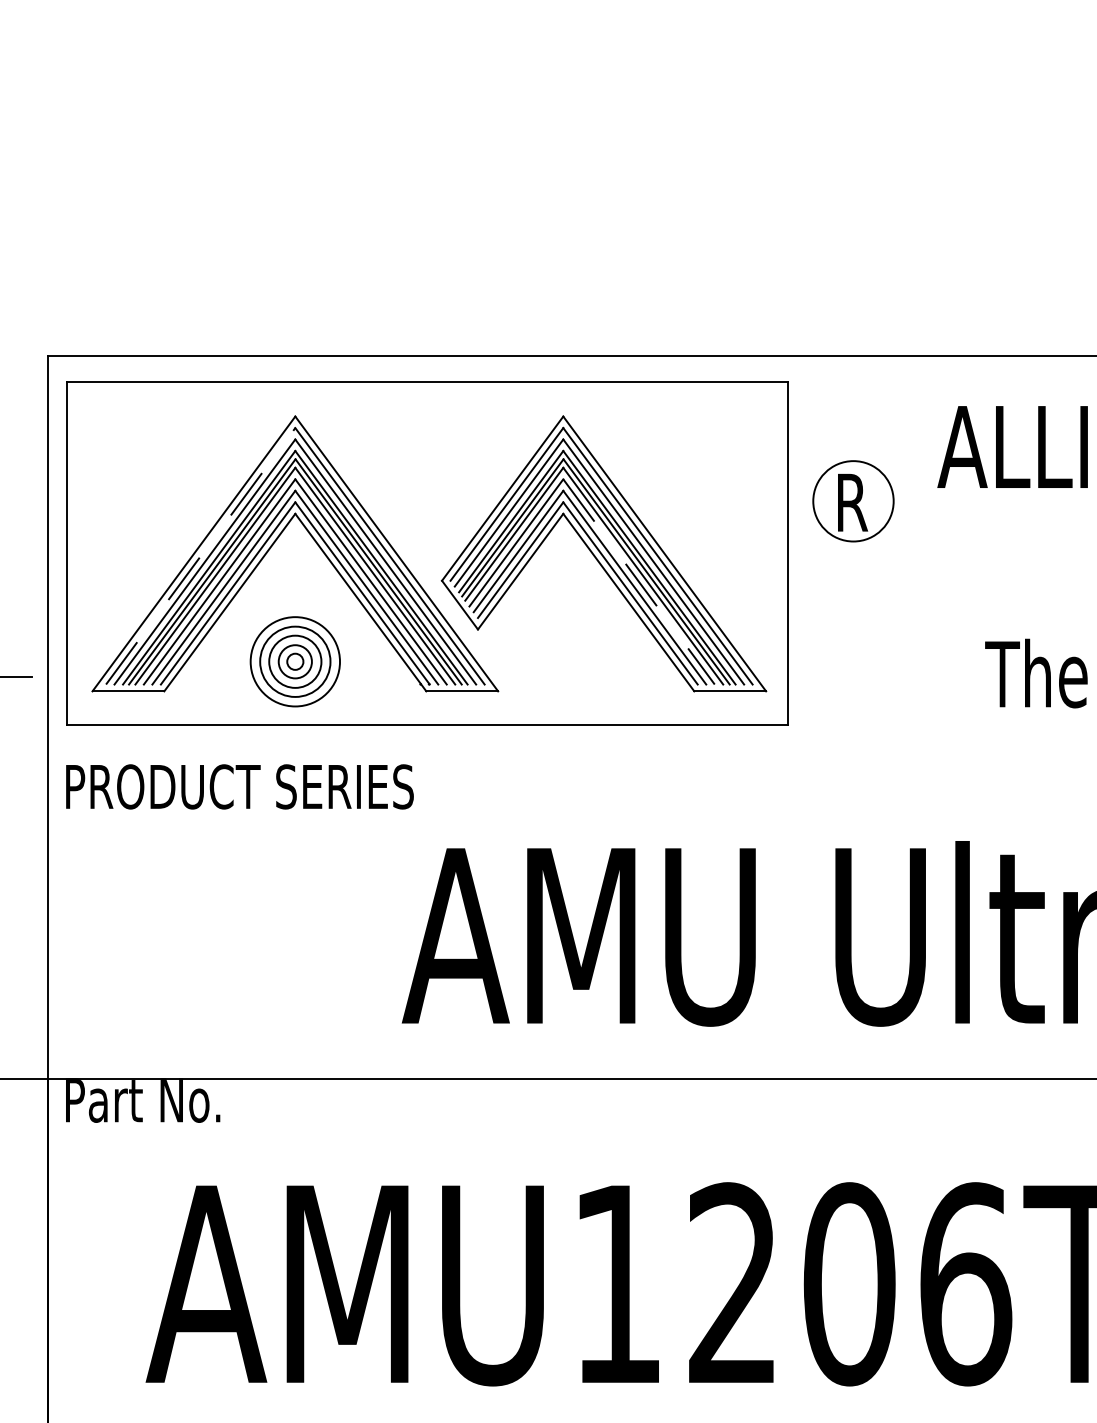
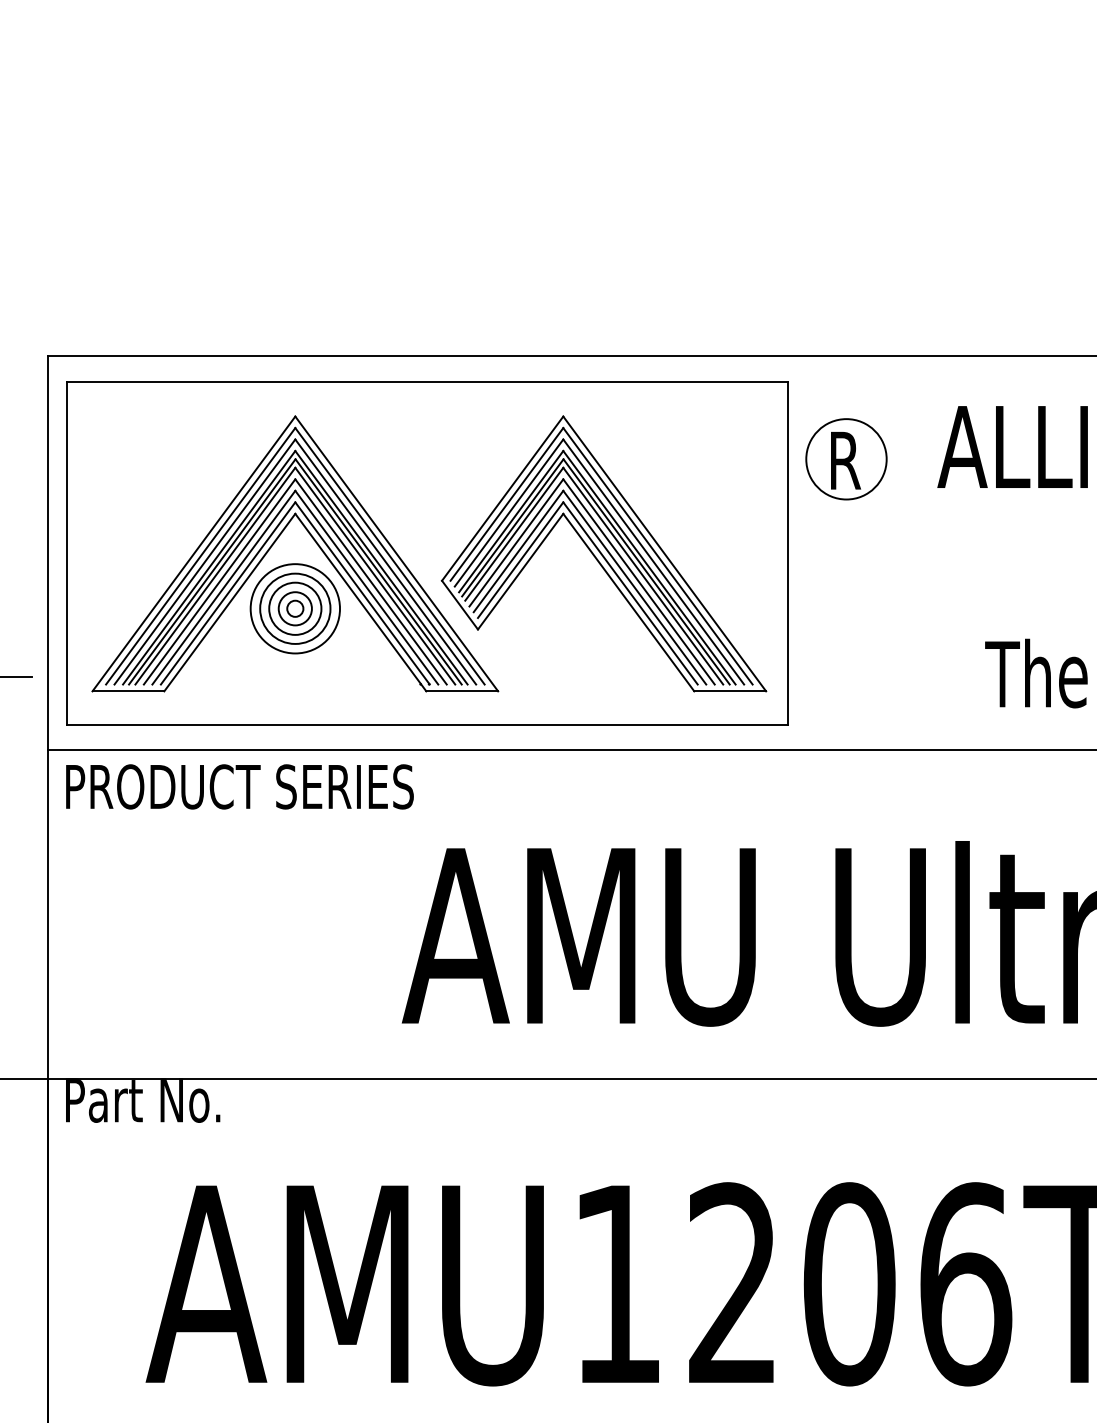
part at (853, 501) position: (853, 501) -> (846, 459)
line at (201, 555): dashed -> solid
line at (639, 581): dashed -> solid
part at (294, 661) position: (294, 661) -> (294, 608)
line at (570, 750): none -> present
